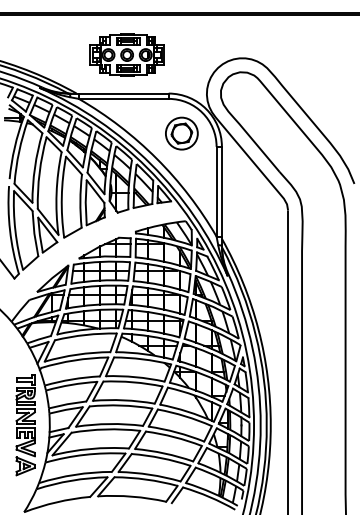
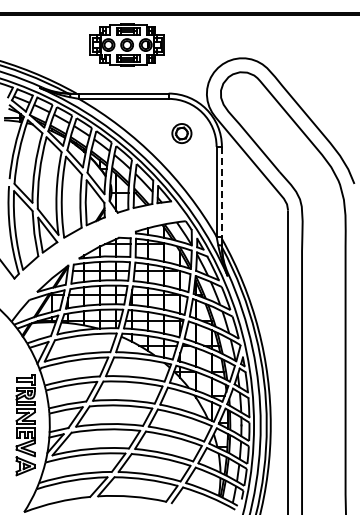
part at (126, 54) position: (126, 54) -> (126, 44)
part at (181, 133) size: 34x35 px -> 22x21 px
line at (221, 191): solid -> dashed
